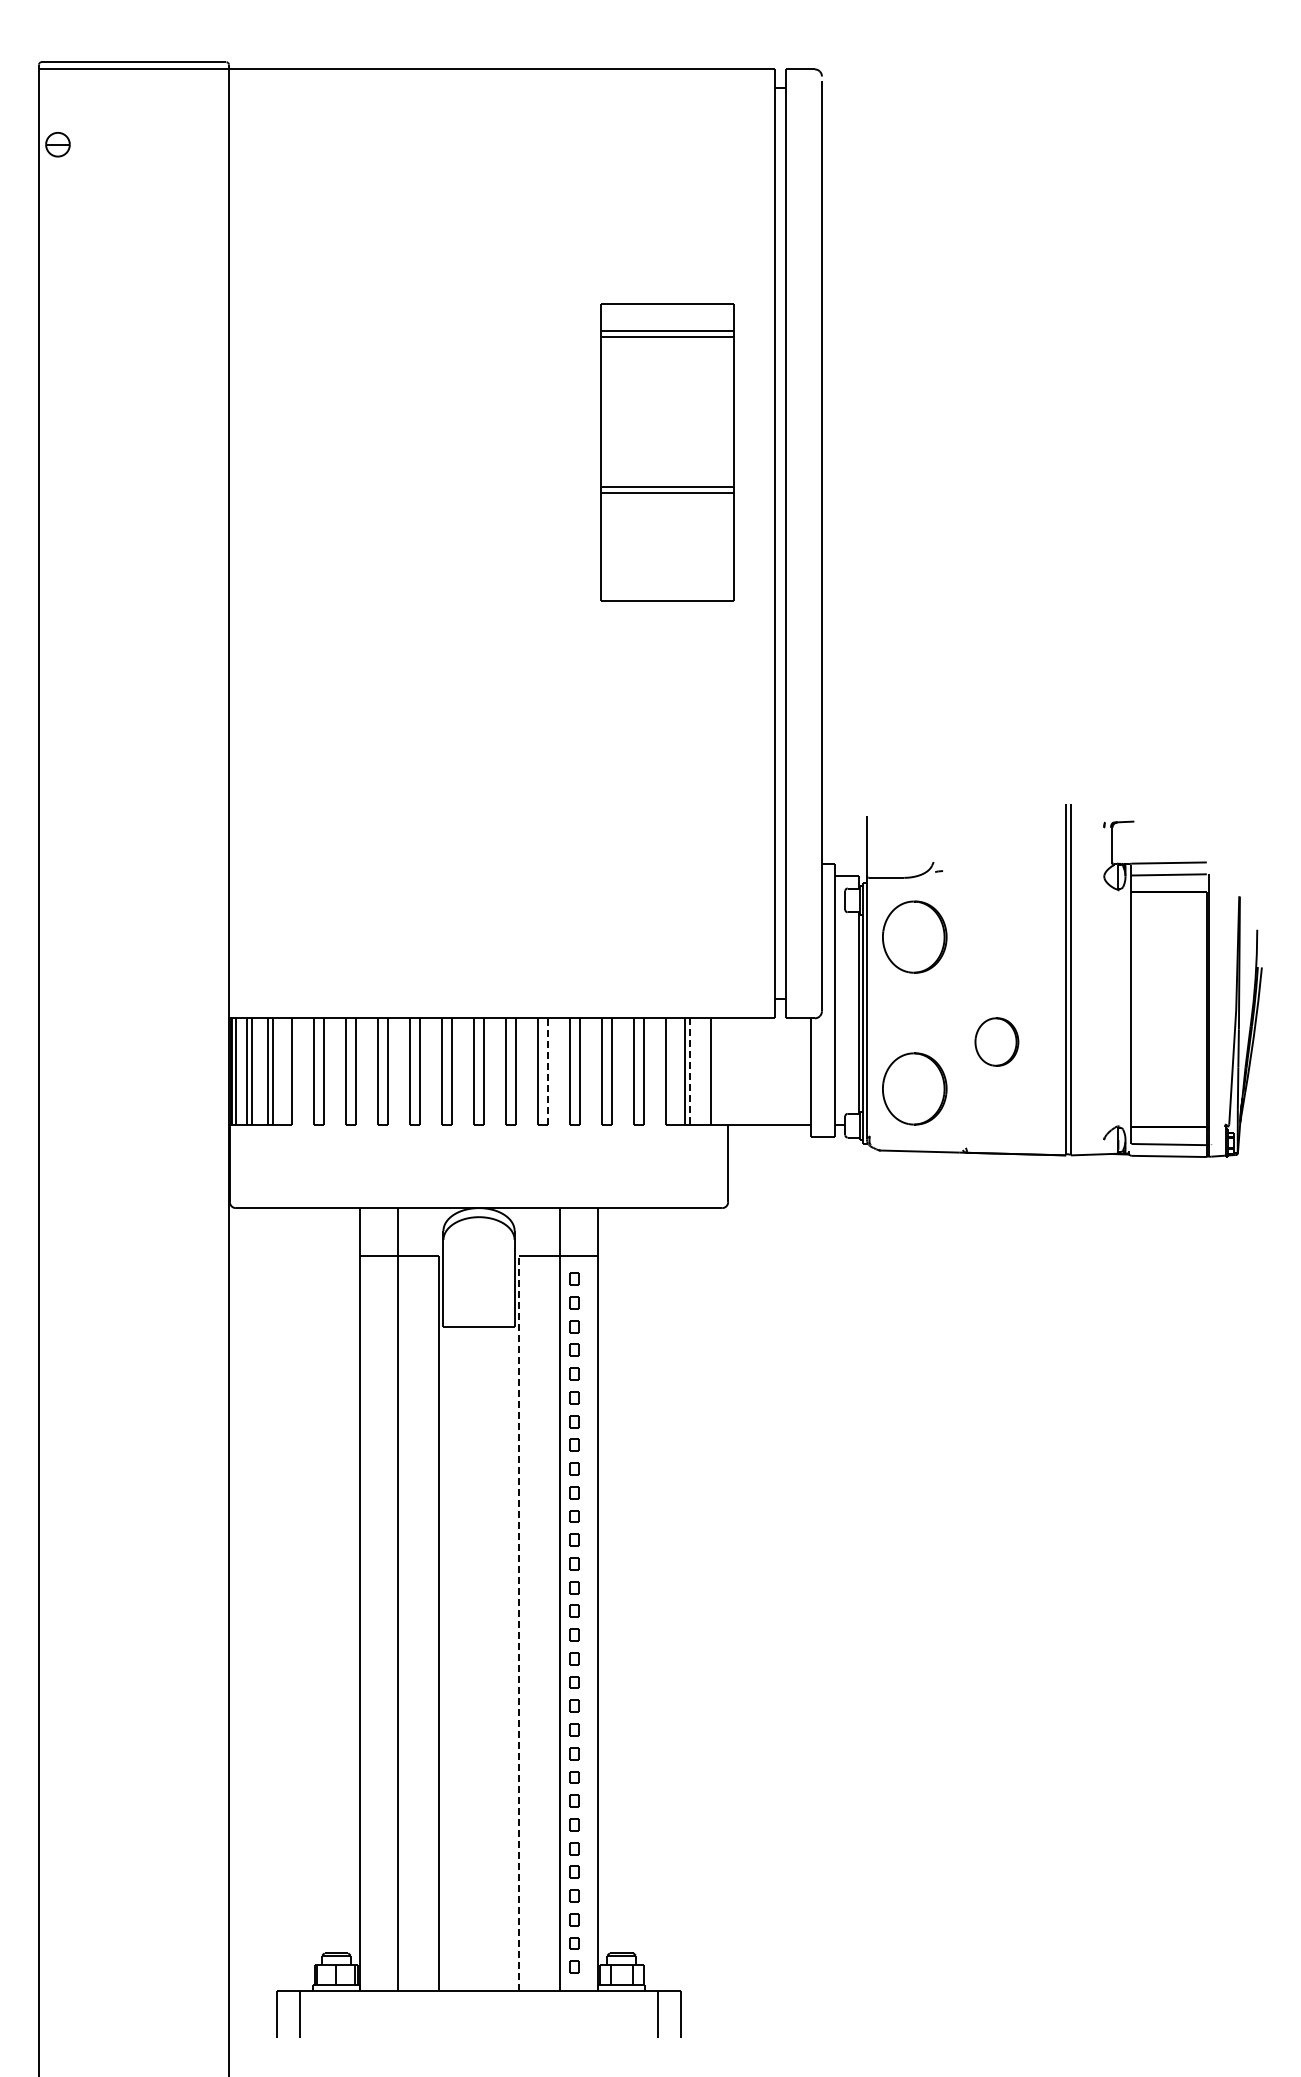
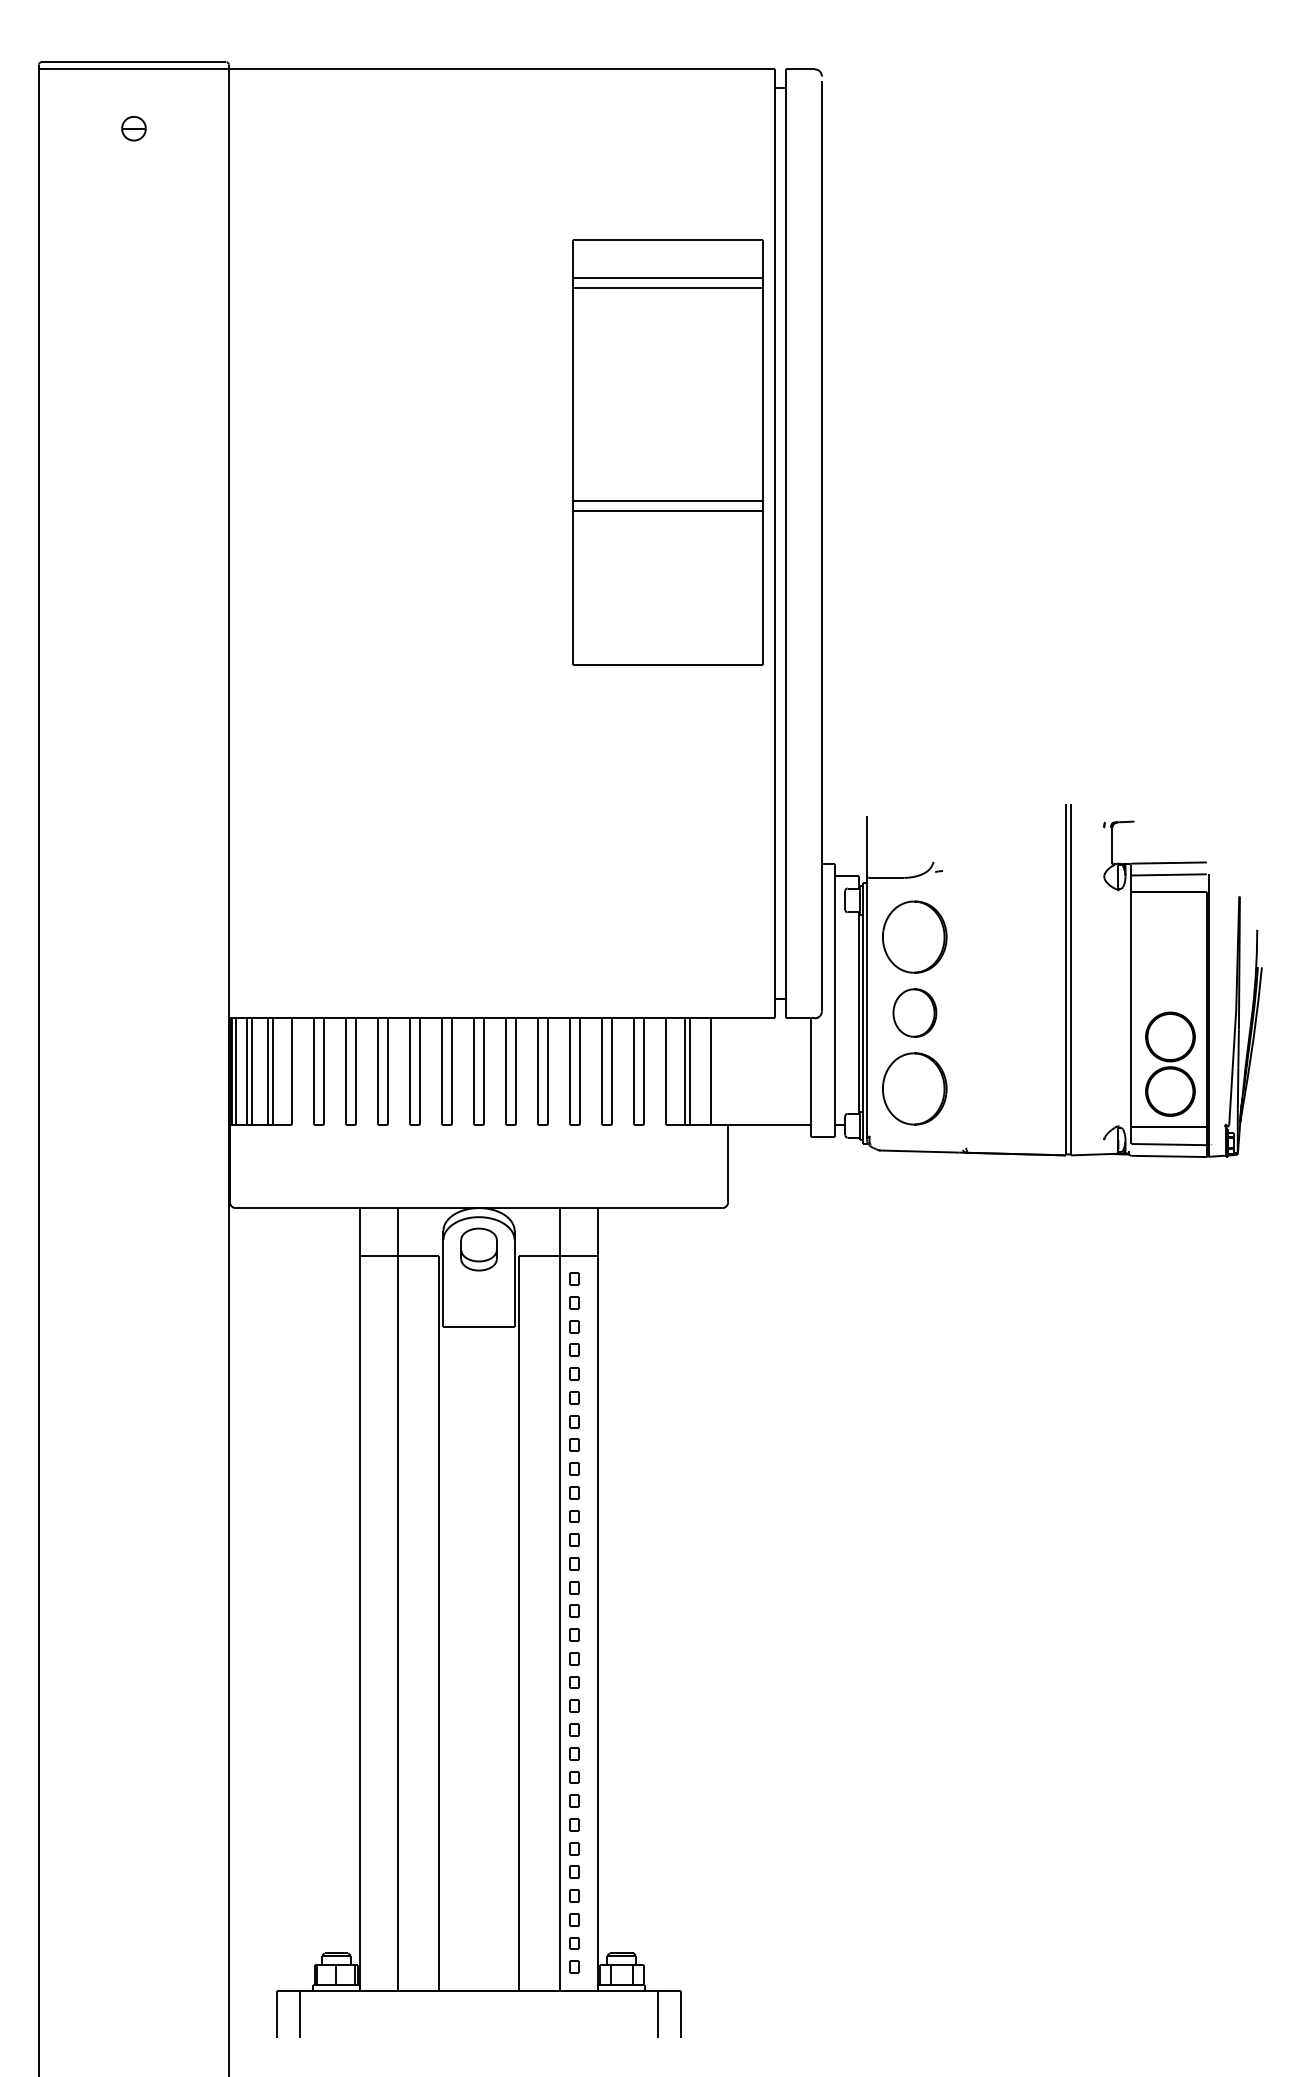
part at (57, 144) position: (57, 144) -> (133, 128)
part at (667, 452) size: 135x299 px -> 192x427 px
part at (996, 1041) position: (996, 1041) -> (914, 1012)
part at (1170, 1063): none -> present
line at (547, 1071): dashed -> solid
line at (689, 1072): dashed -> solid
part at (478, 1249): none -> present
line at (519, 1623): dashed -> solid
